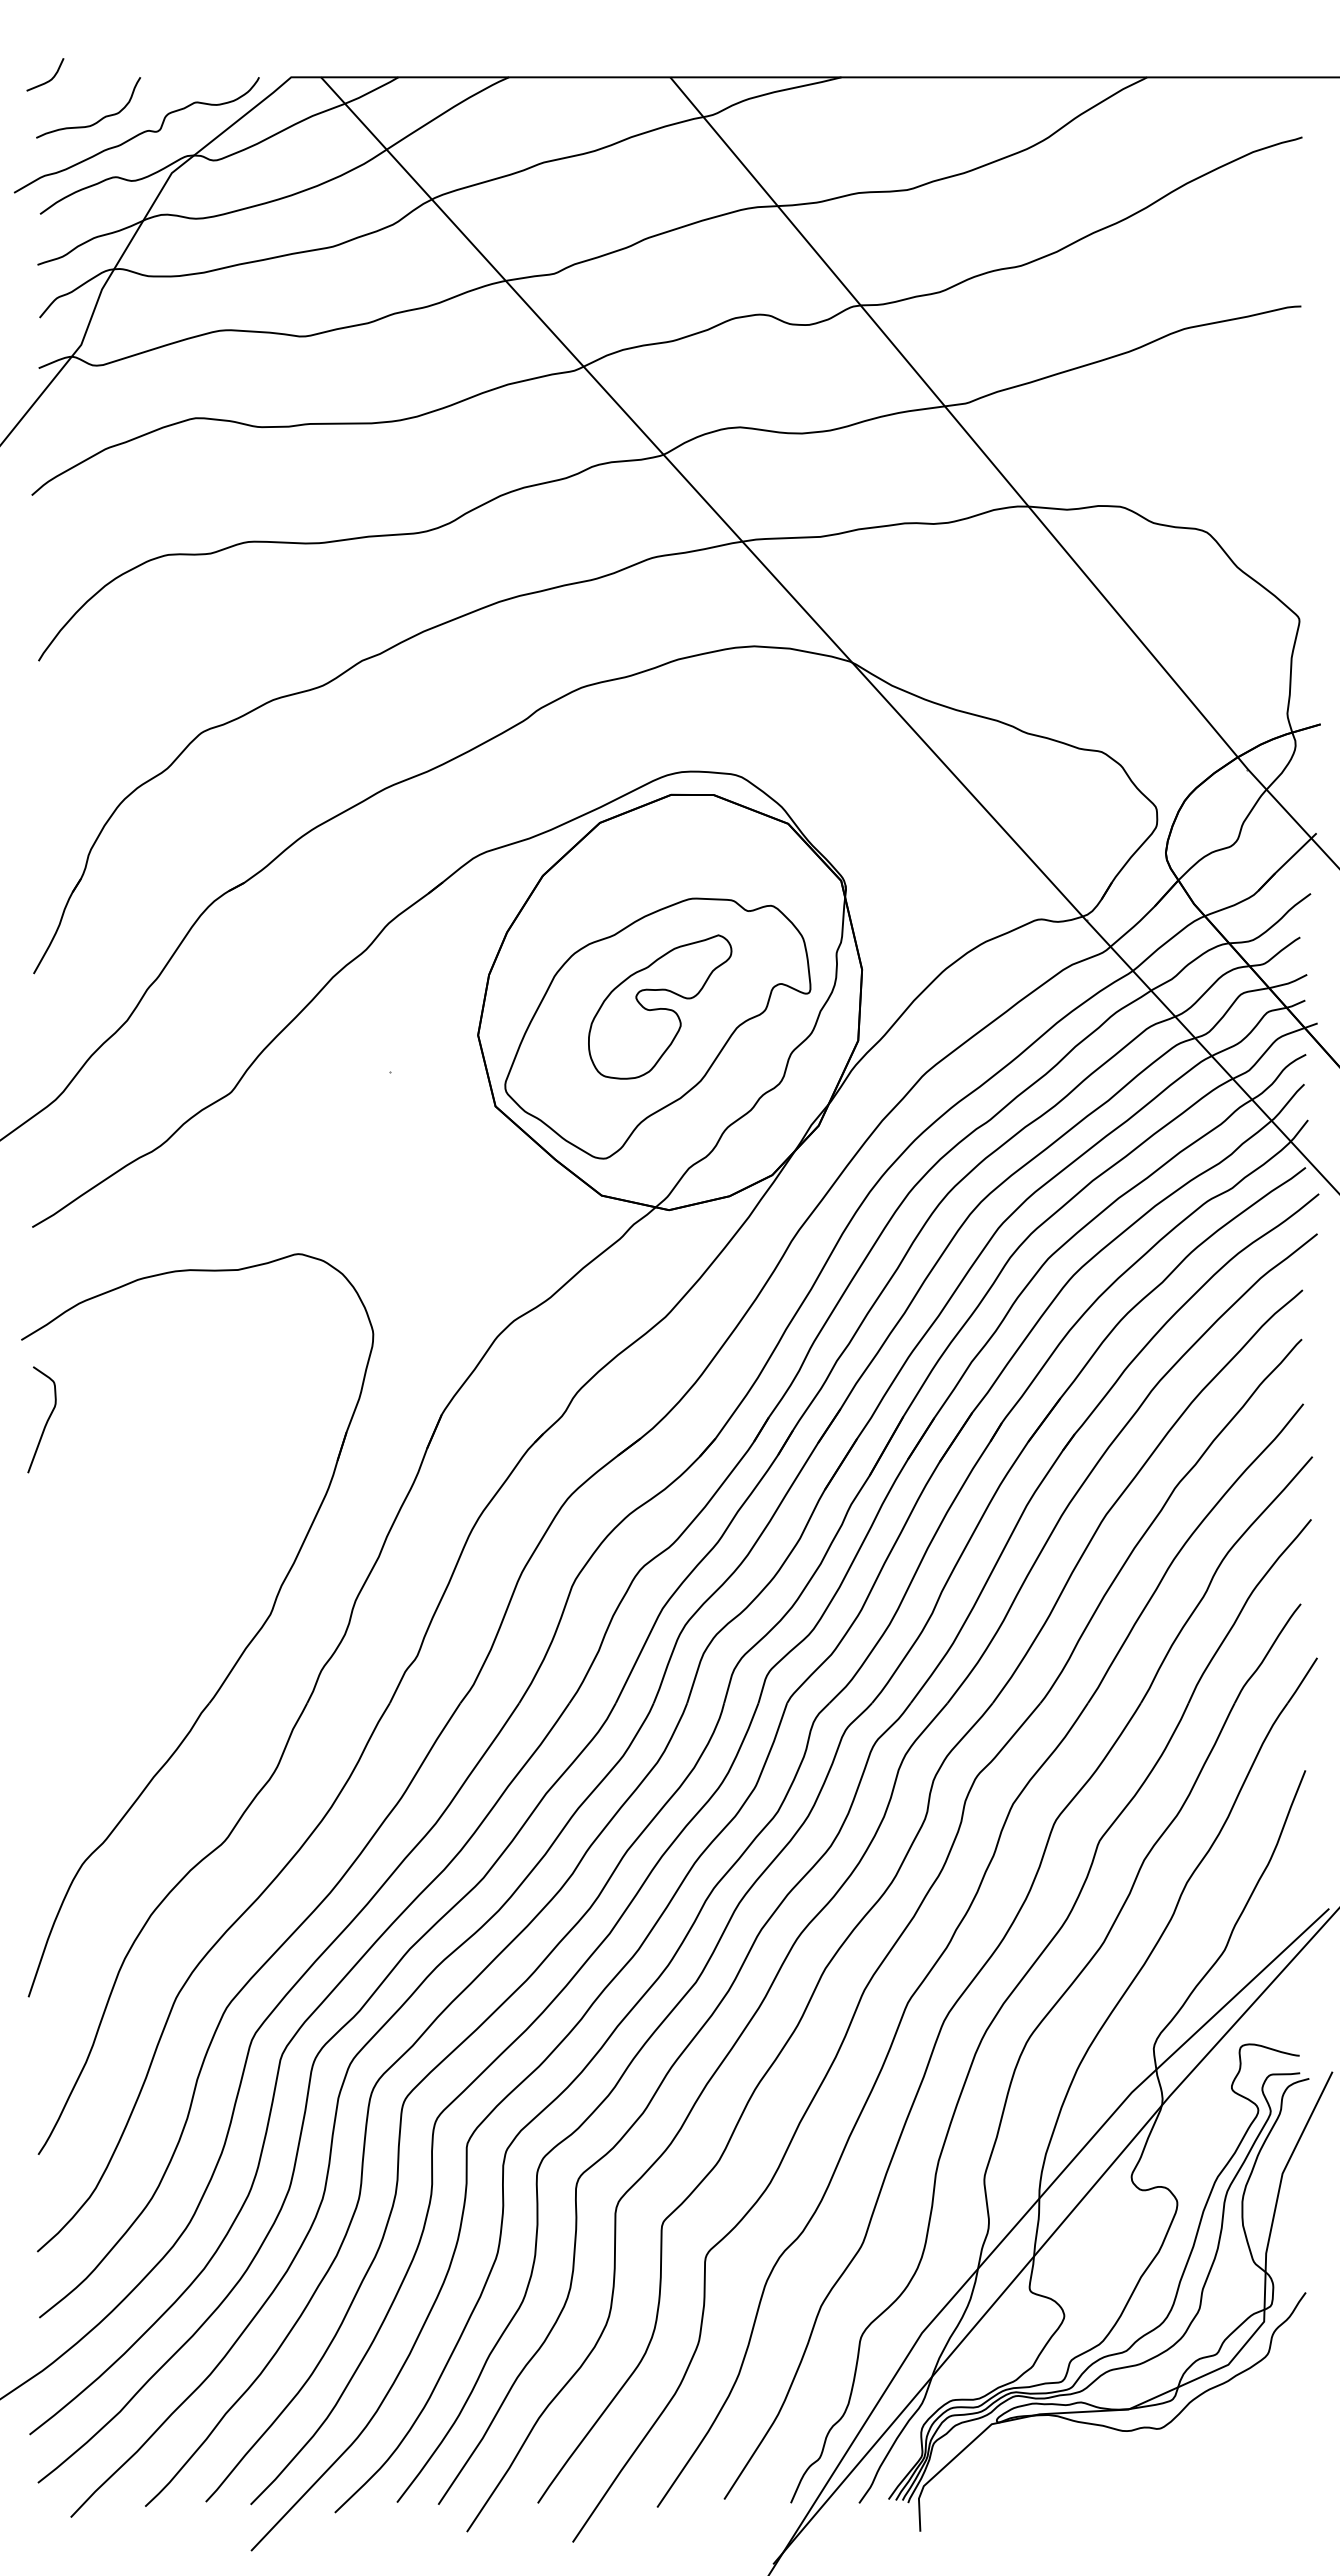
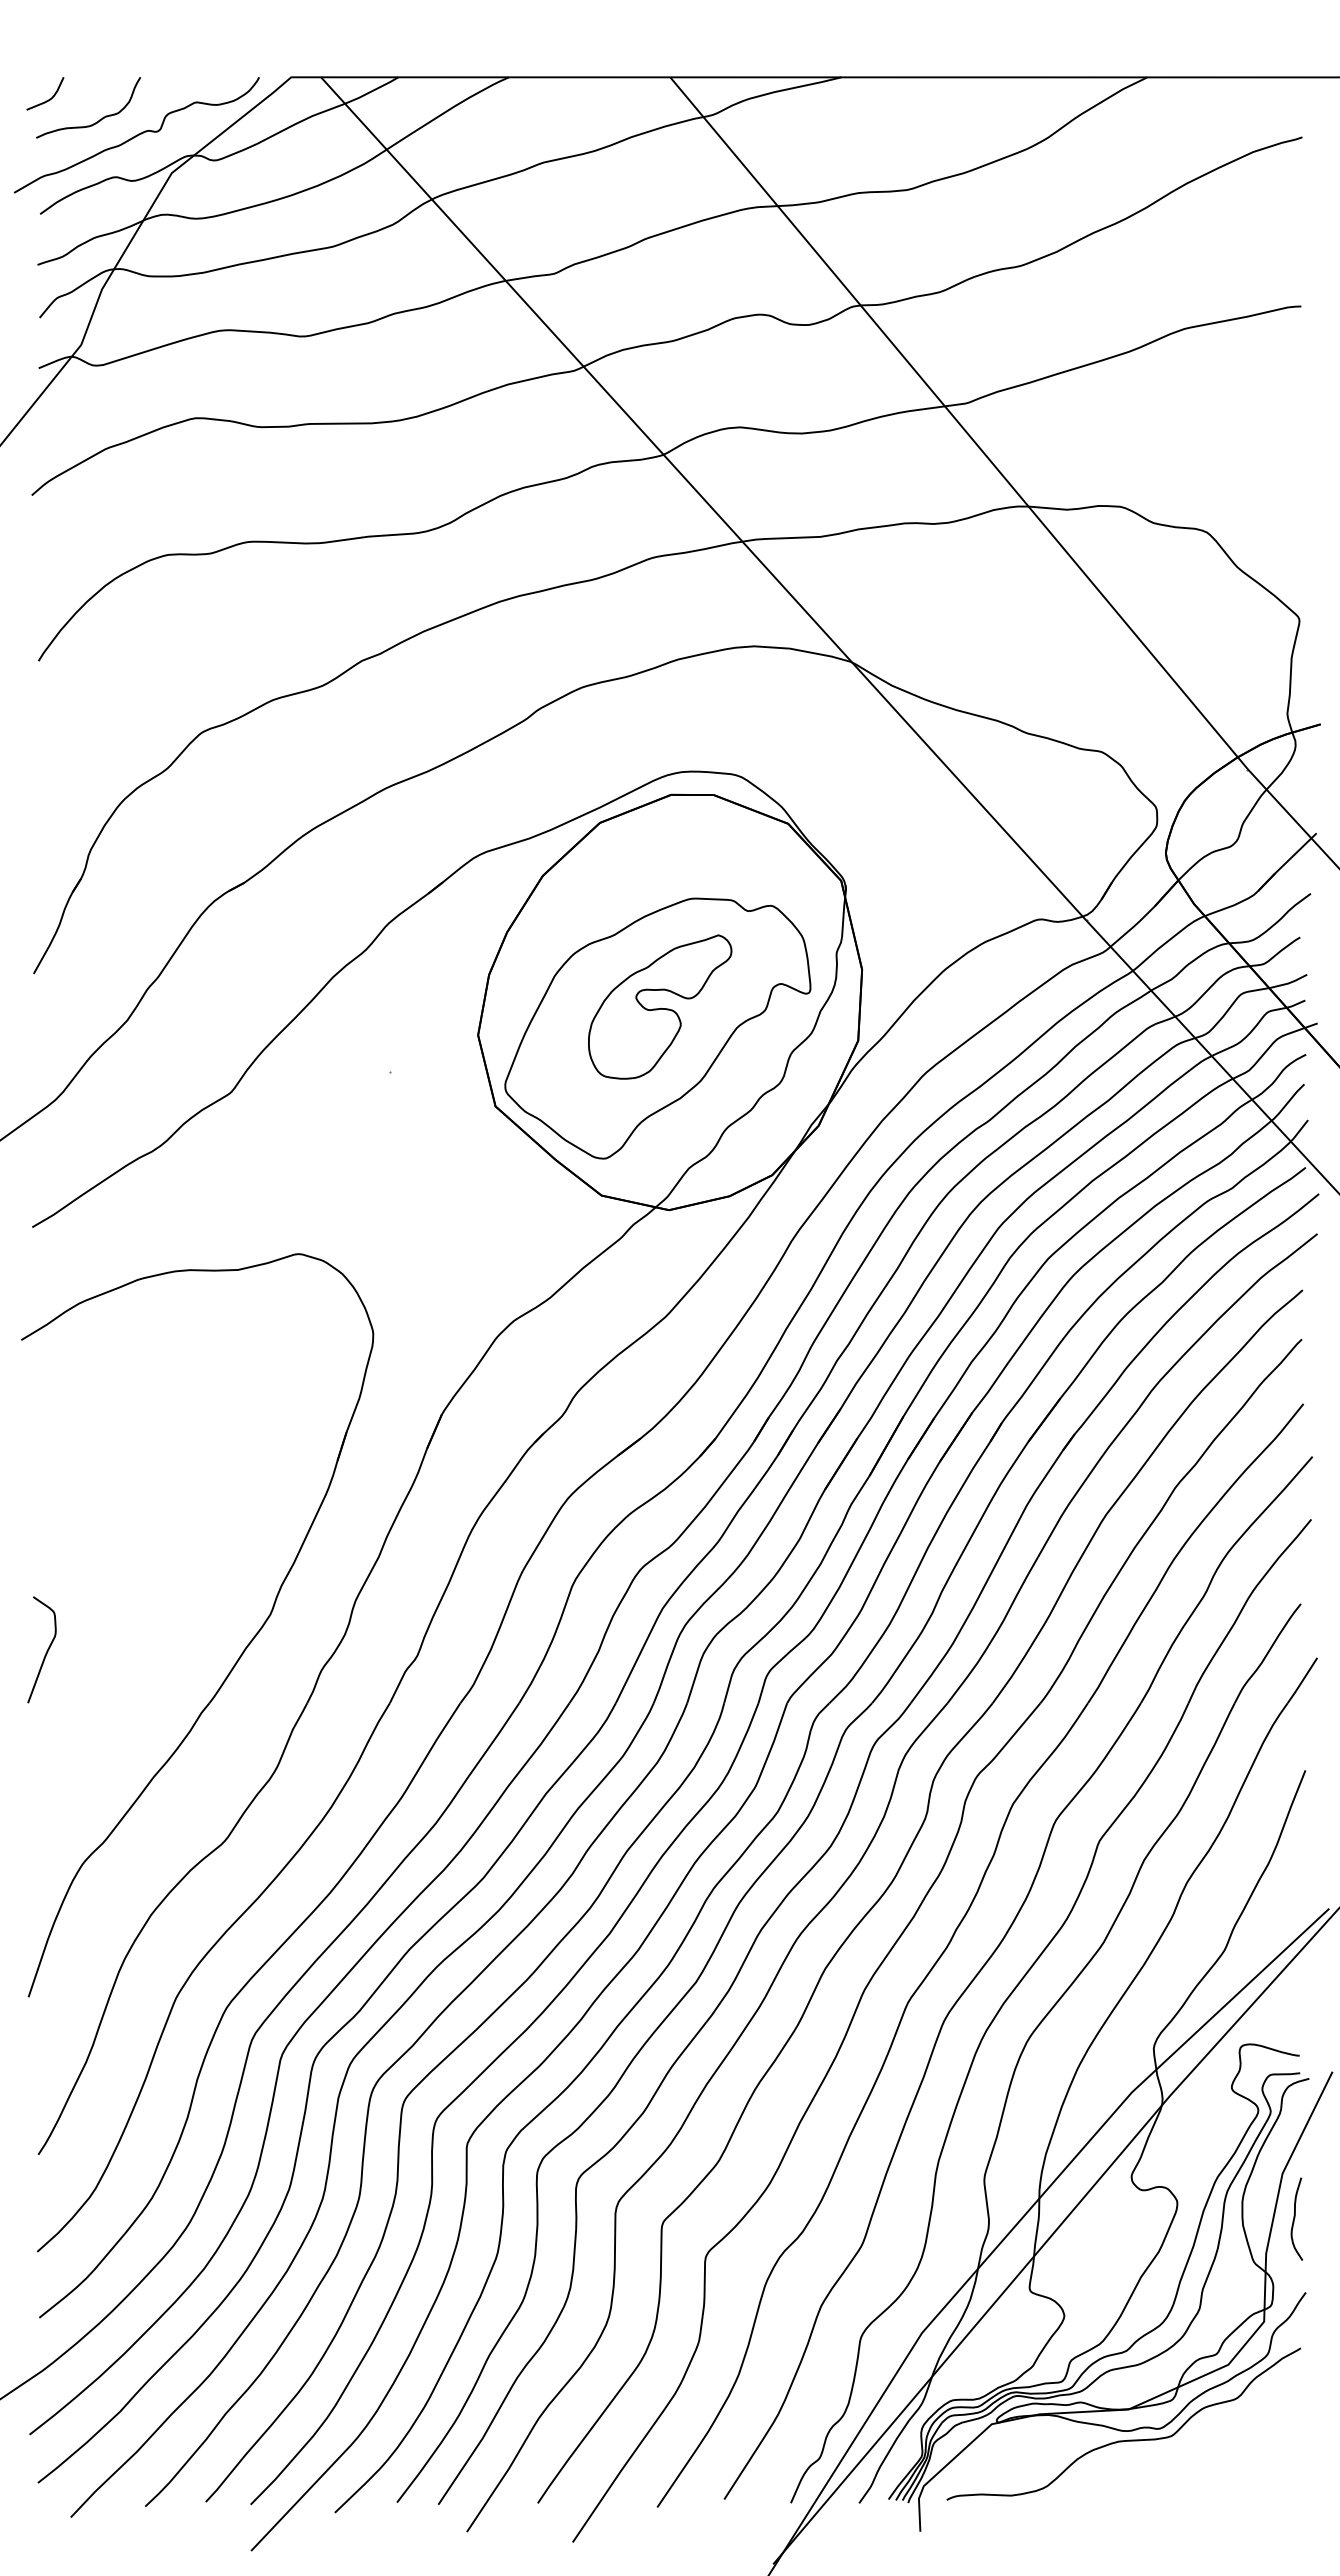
curve at (49, 79) position: (49, 79) -> (49, 98)
curve at (46, 1420) position: (46, 1420) -> (46, 1650)
curve at (1295, 2218): none -> present
curve at (1128, 2439): none -> present
